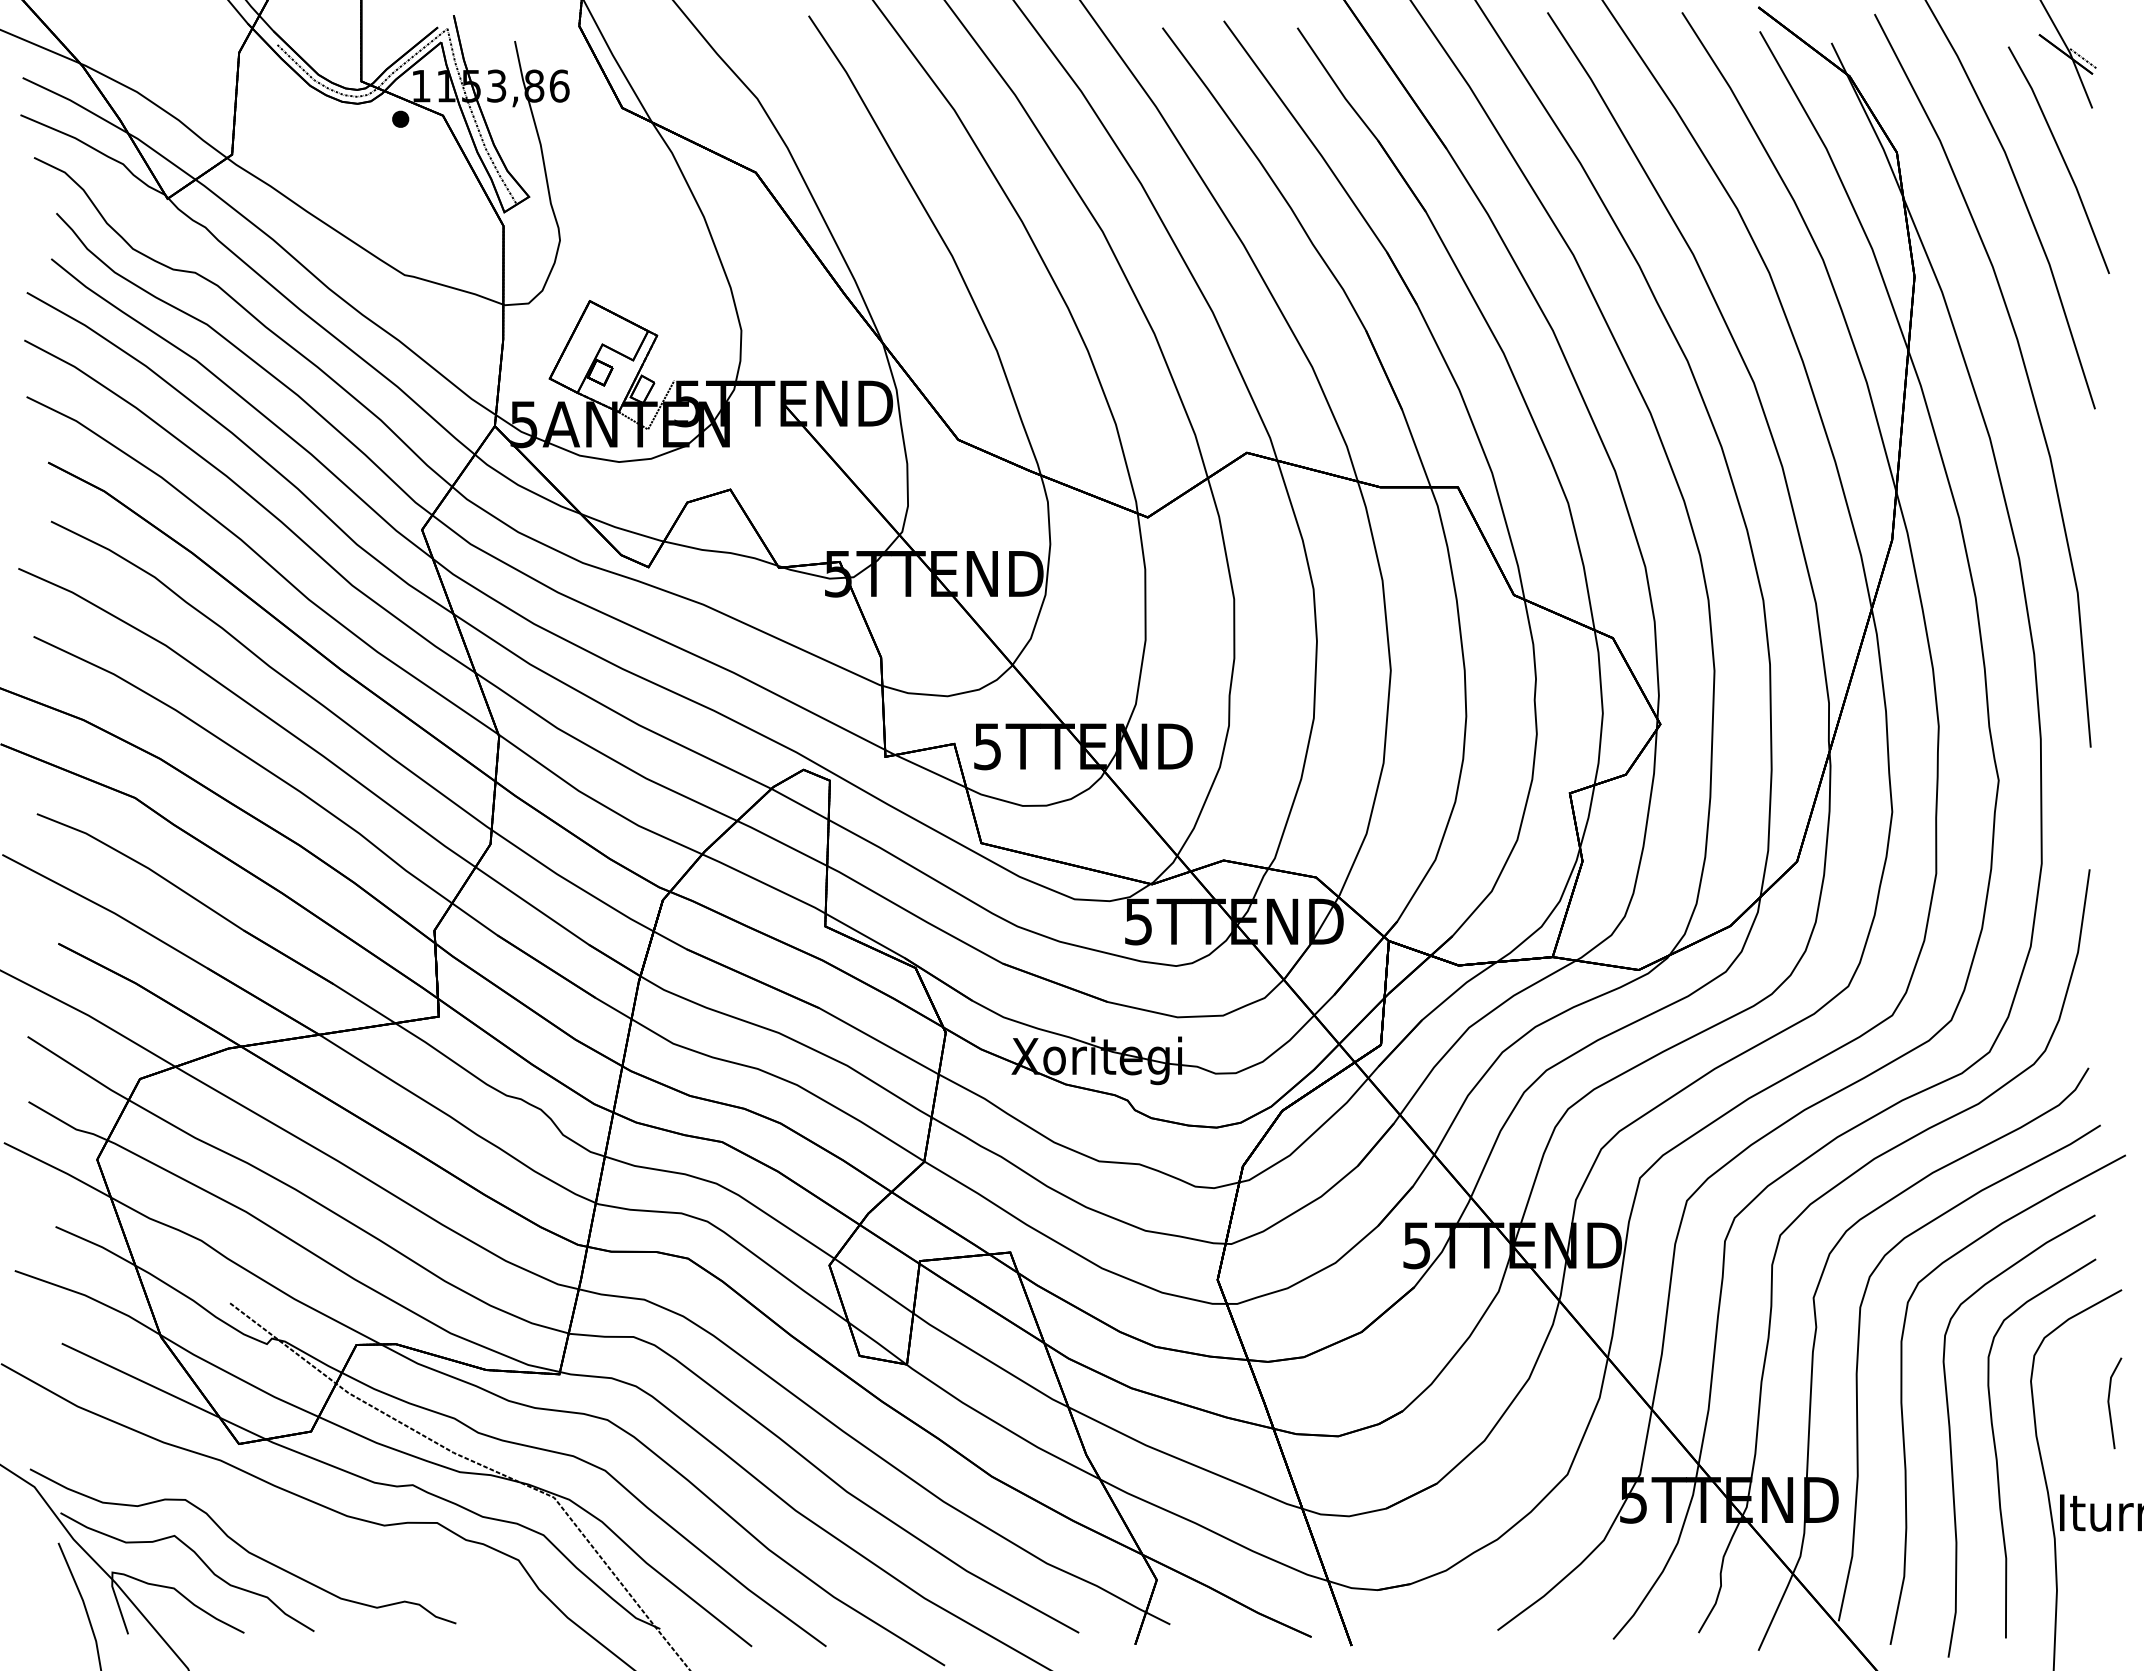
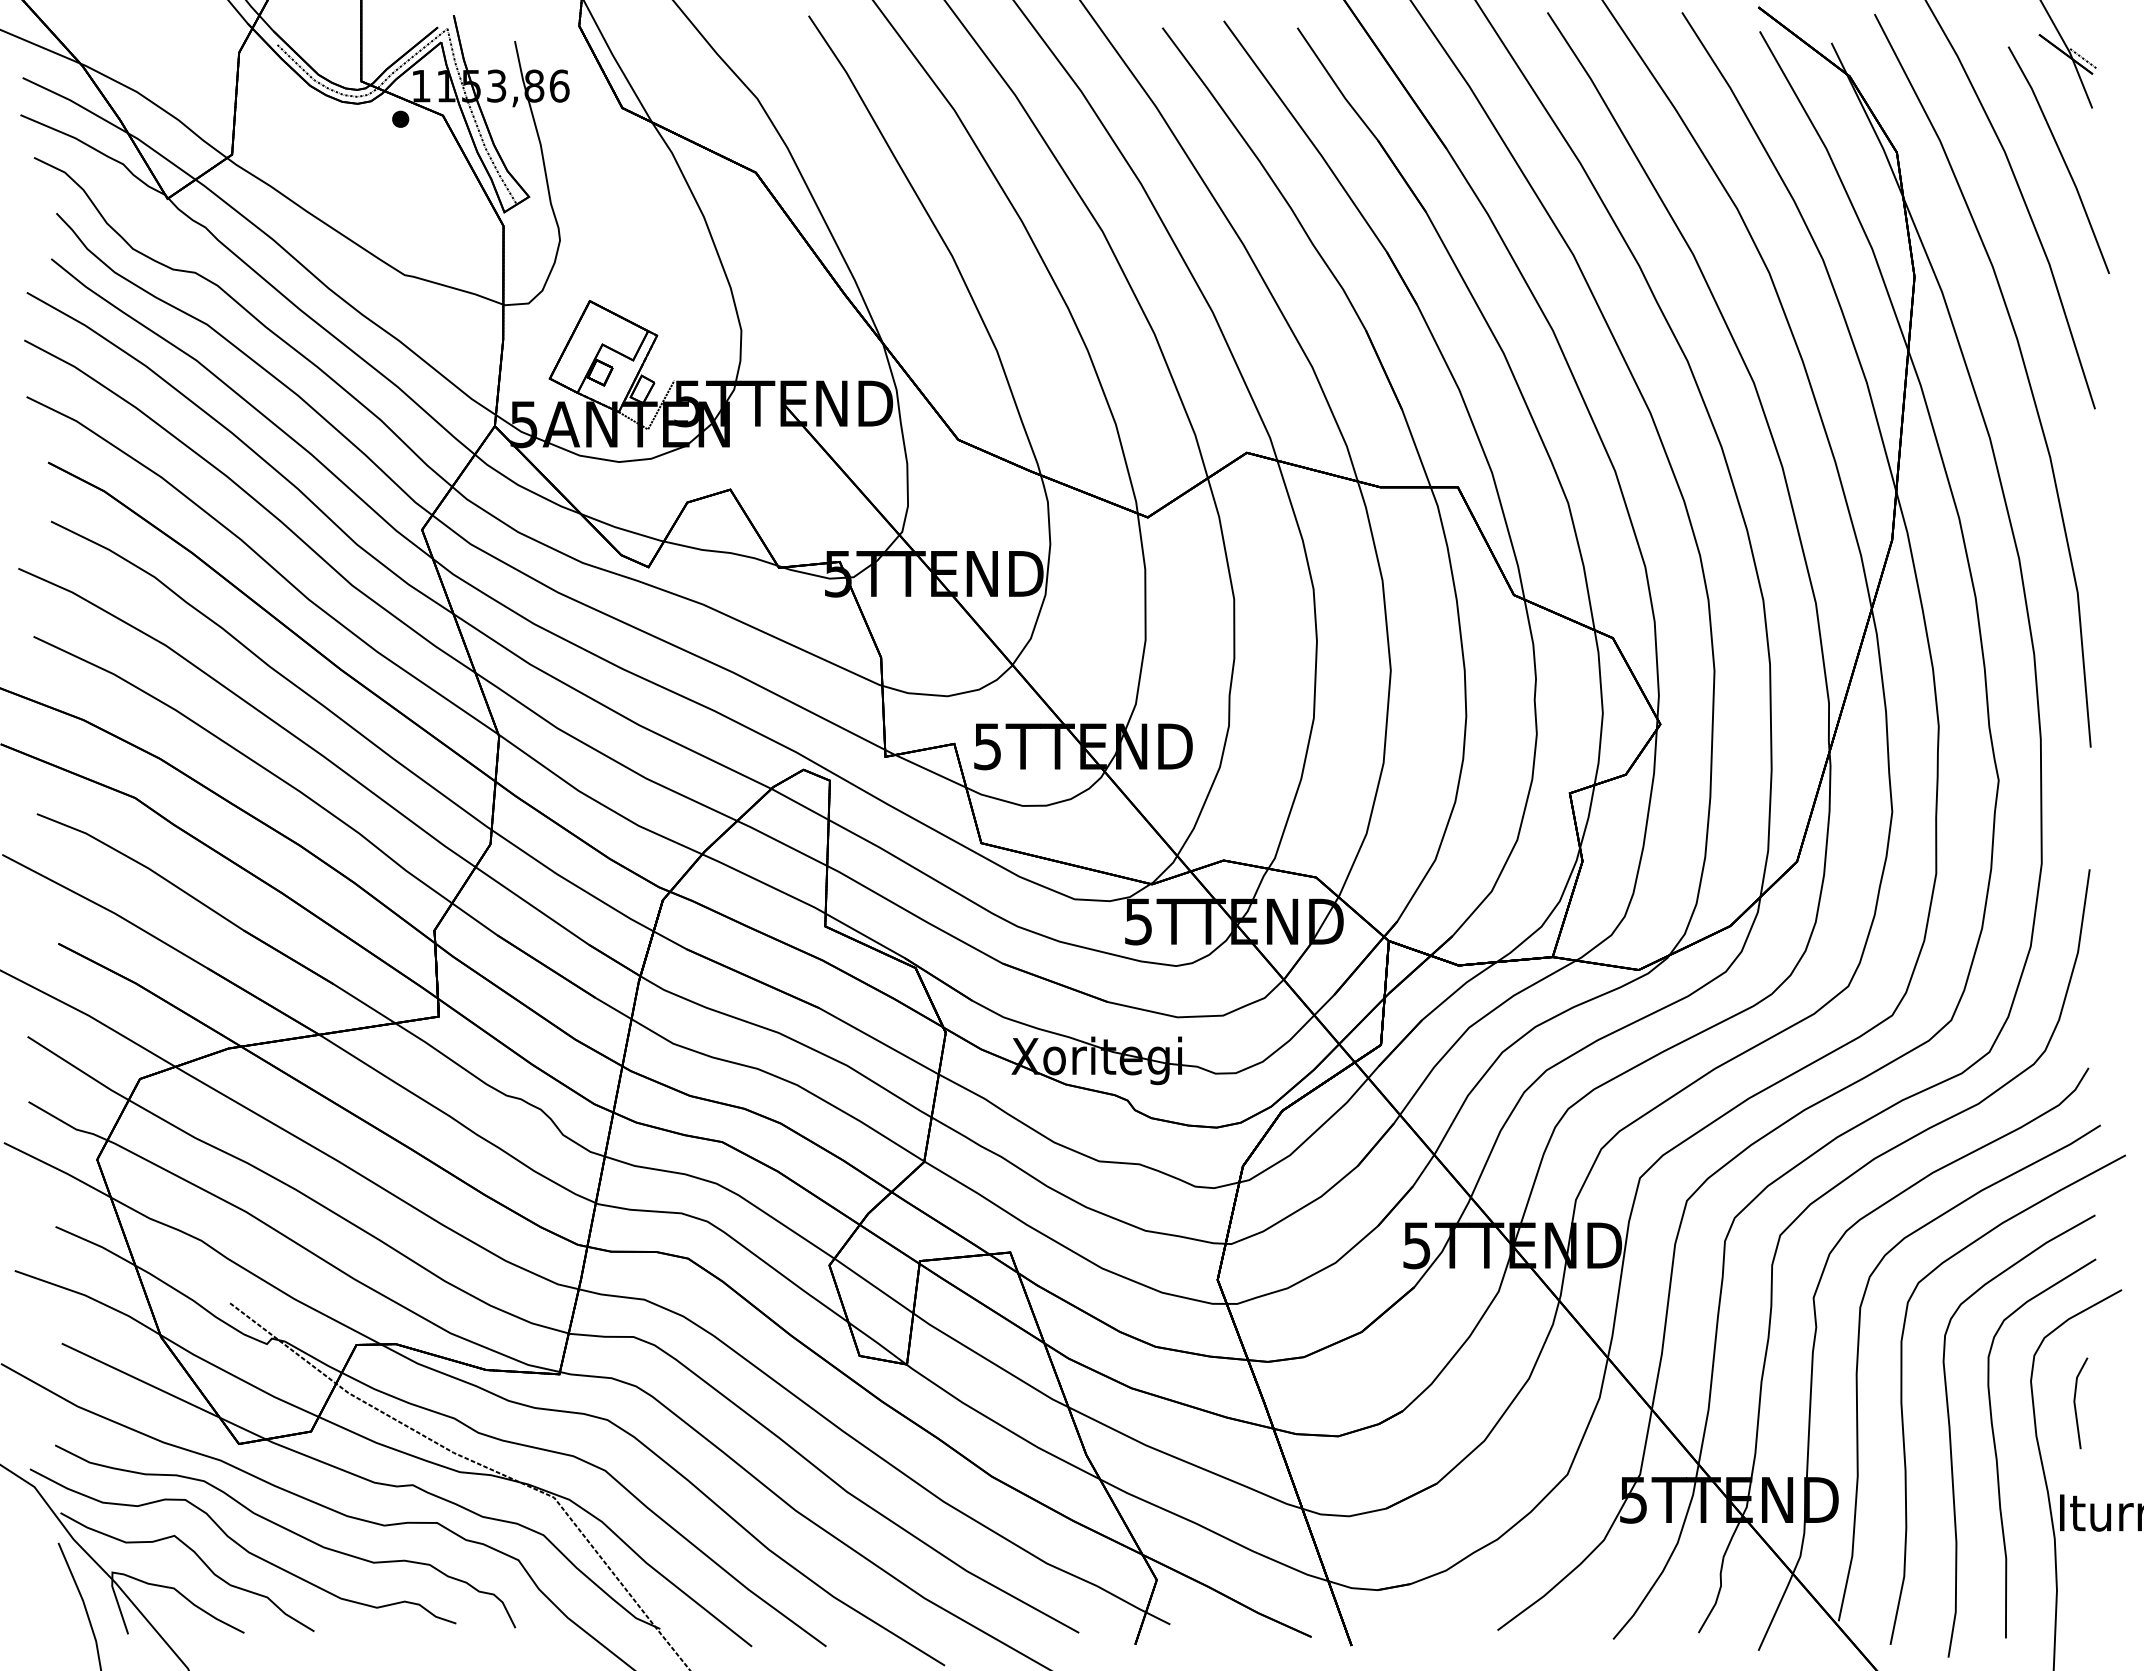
part at (2114, 1403) position: (2114, 1403) -> (2080, 1403)
part at (285, 1536): none -> present
